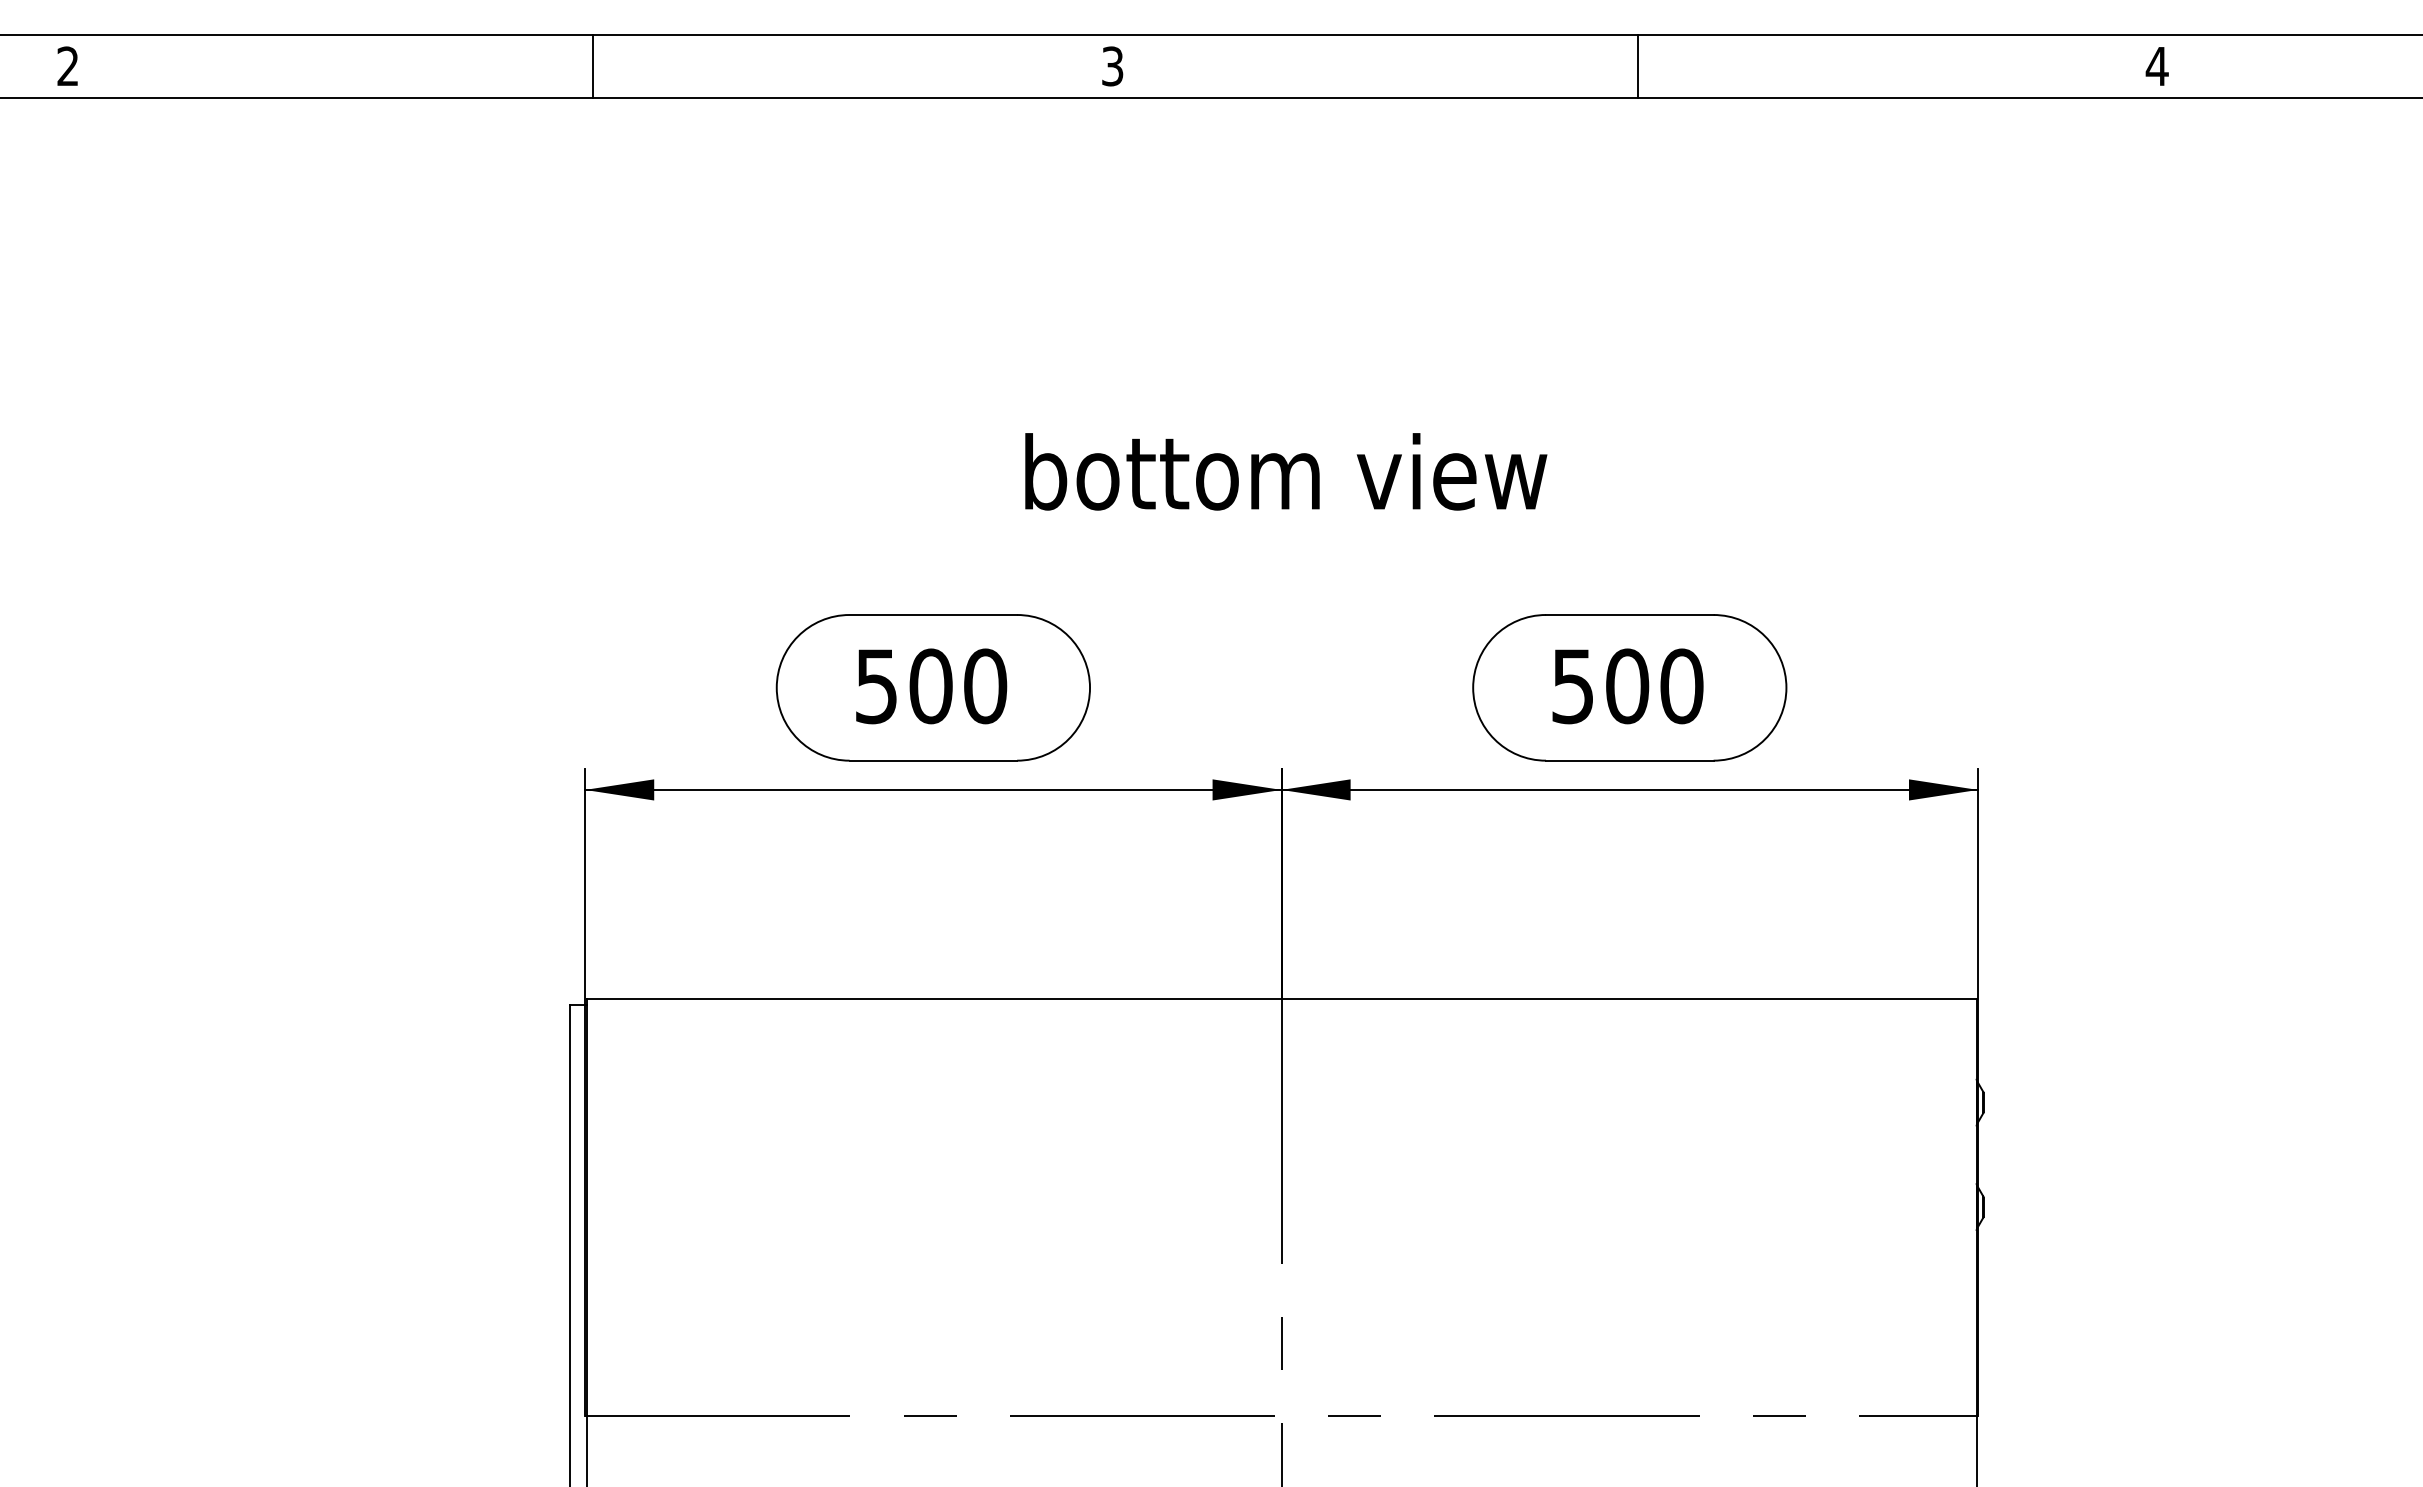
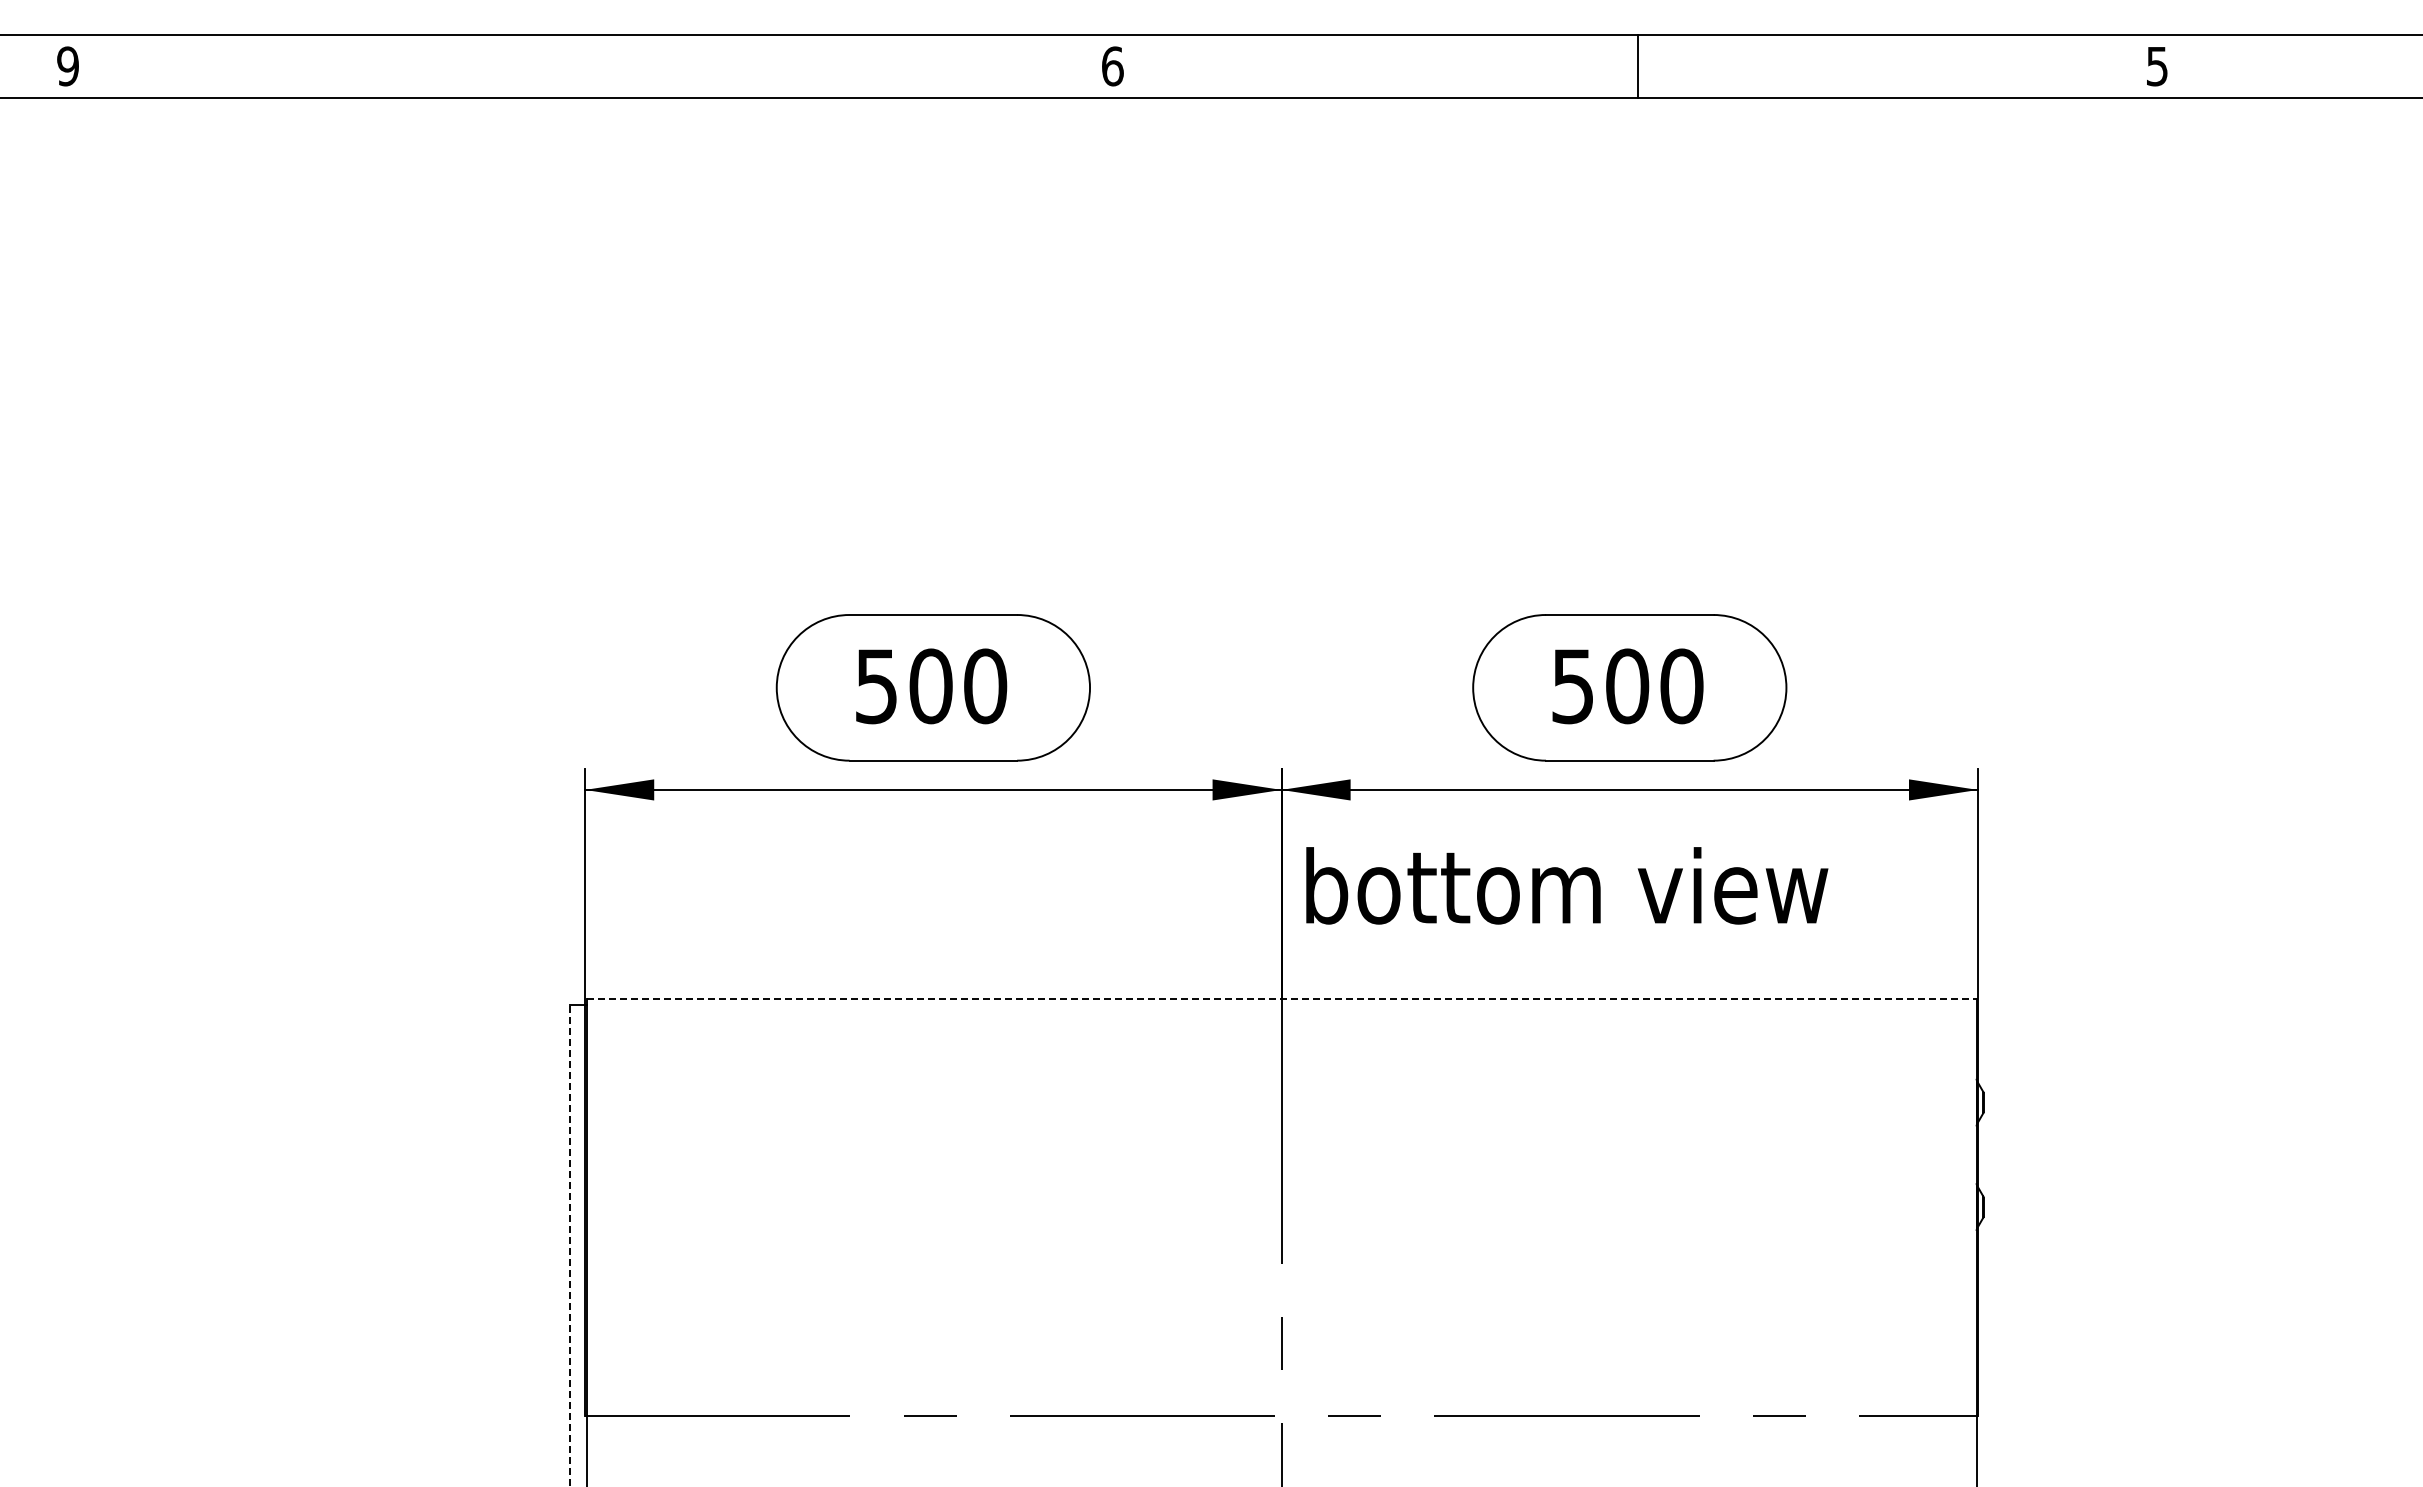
text at (67, 66): 2 -> 9
line at (593, 66): present -> none
text at (1112, 66): 3 -> 6
text at (2156, 66): 4 -> 5
text at (1286, 471) position: (1286, 471) -> (1567, 885)
line at (1282, 998): solid -> dashed
line at (569, 1246): solid -> dashed
